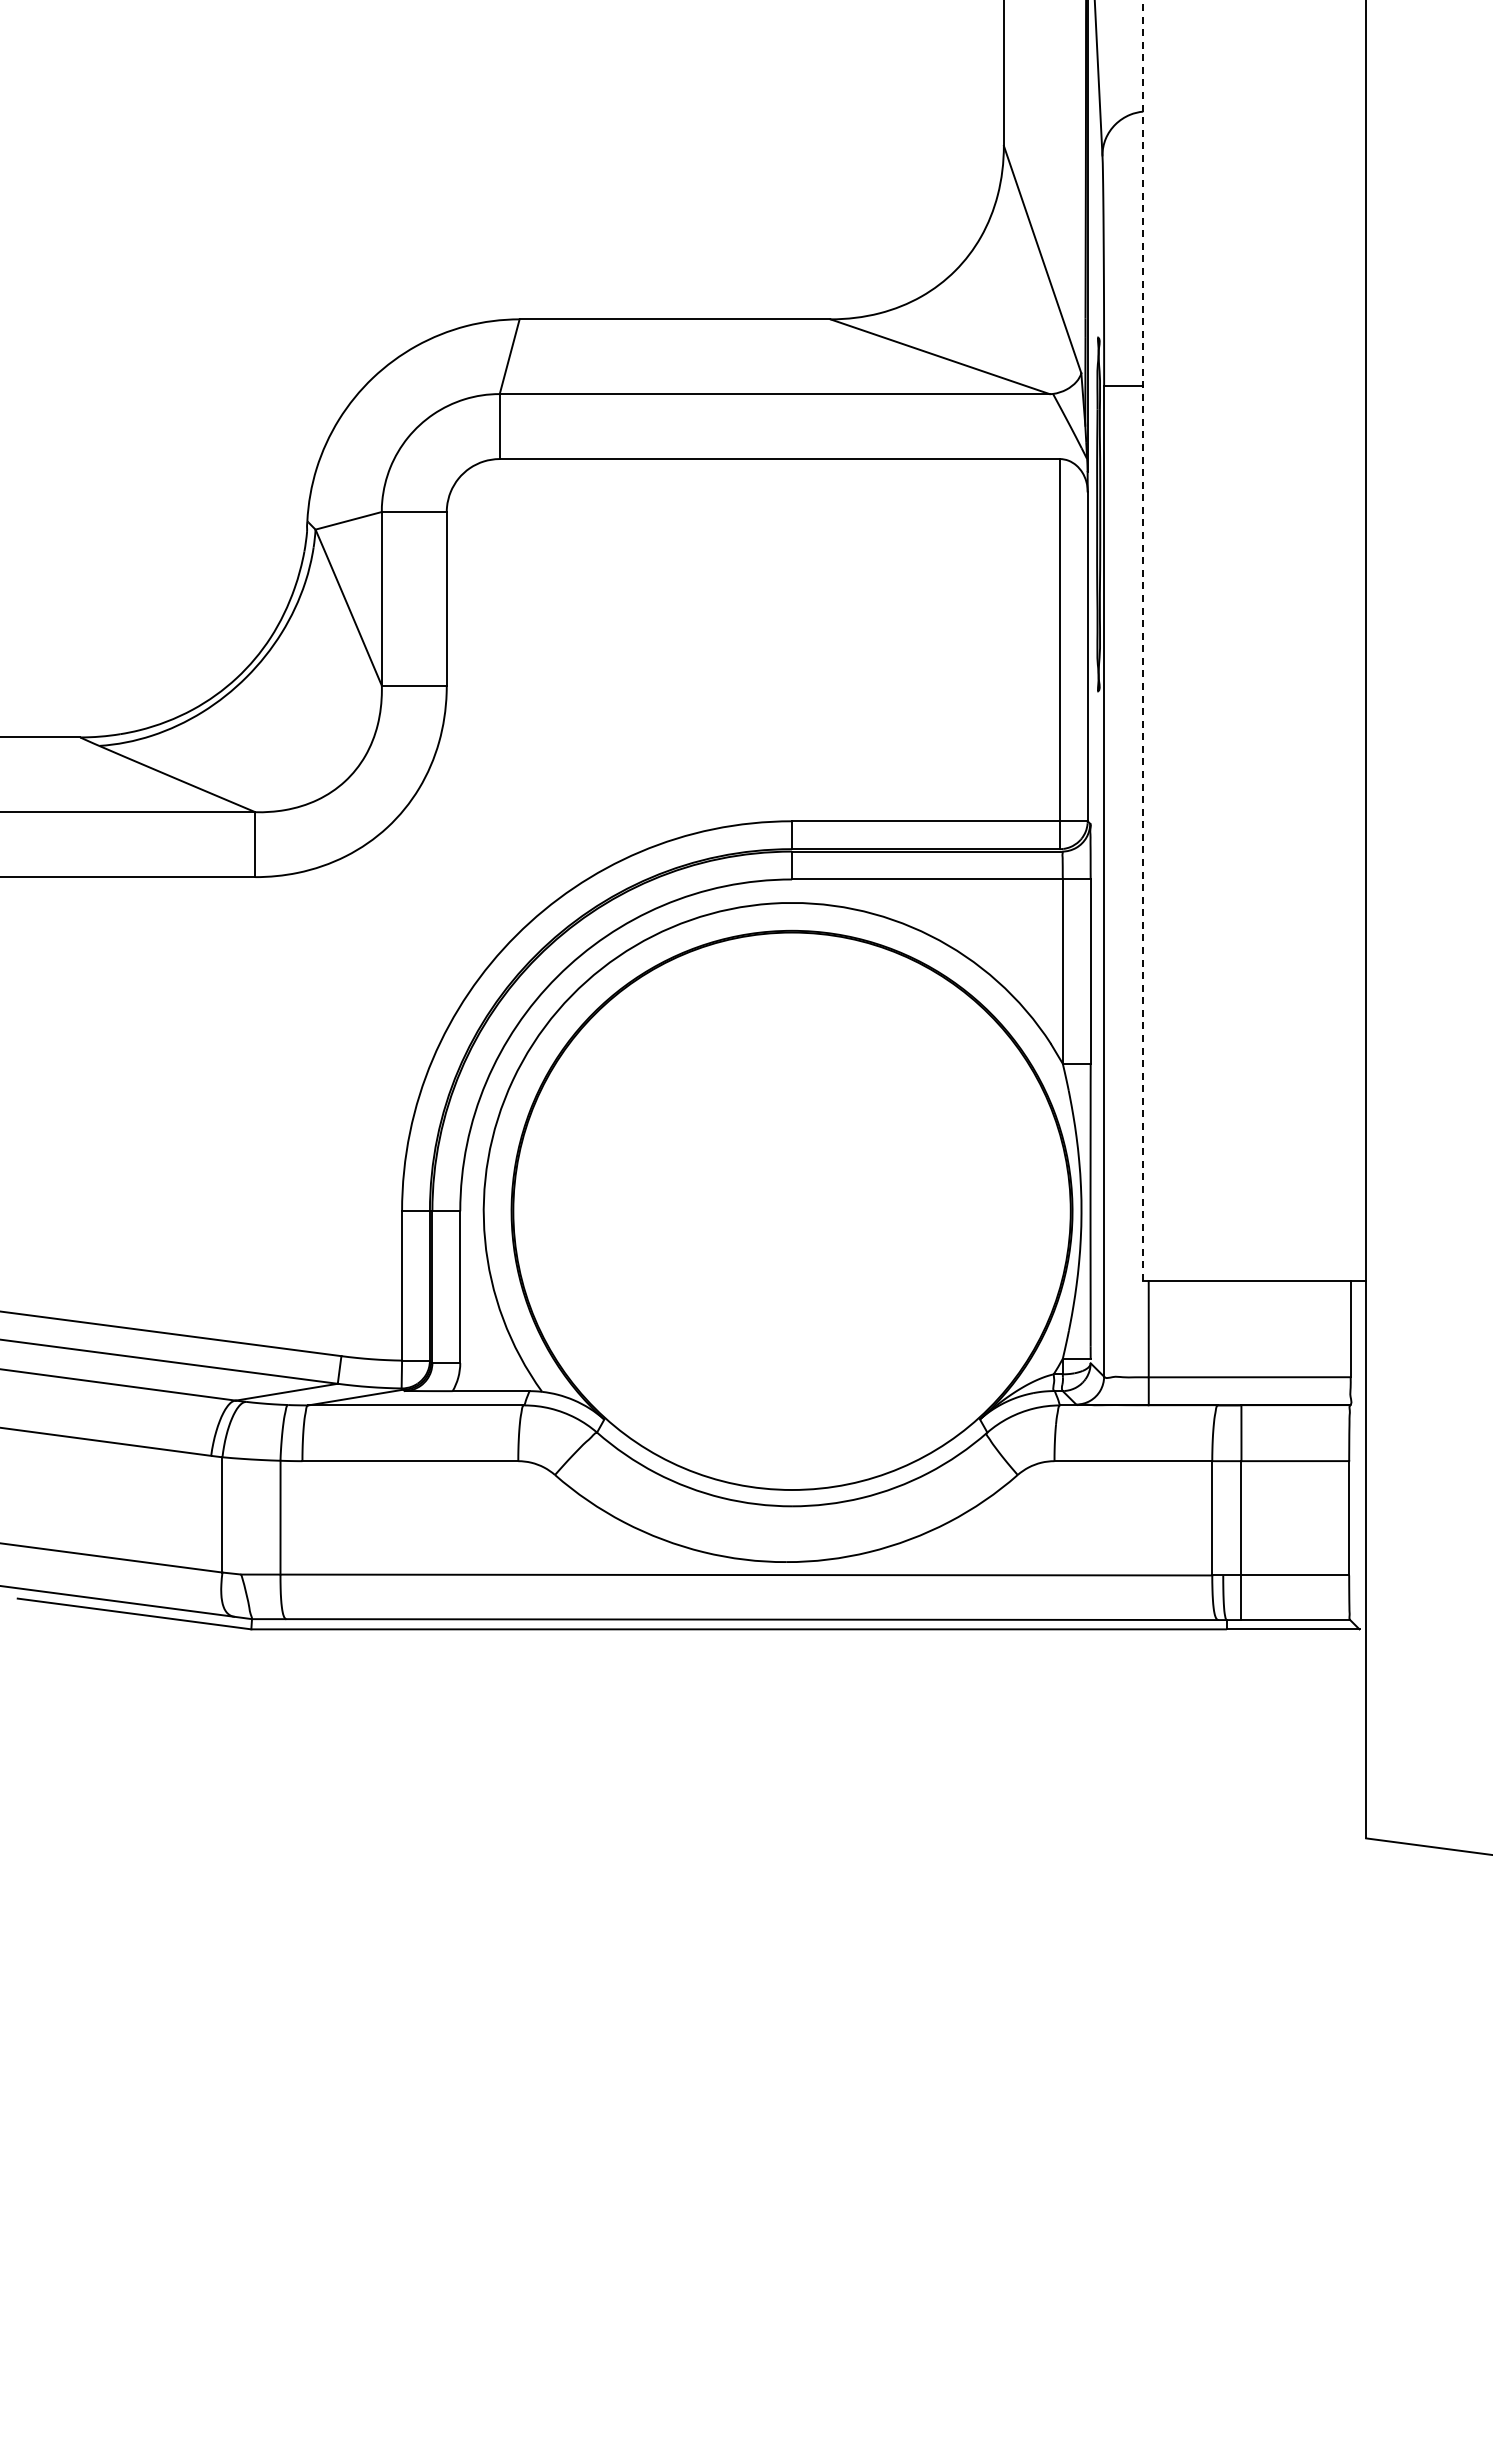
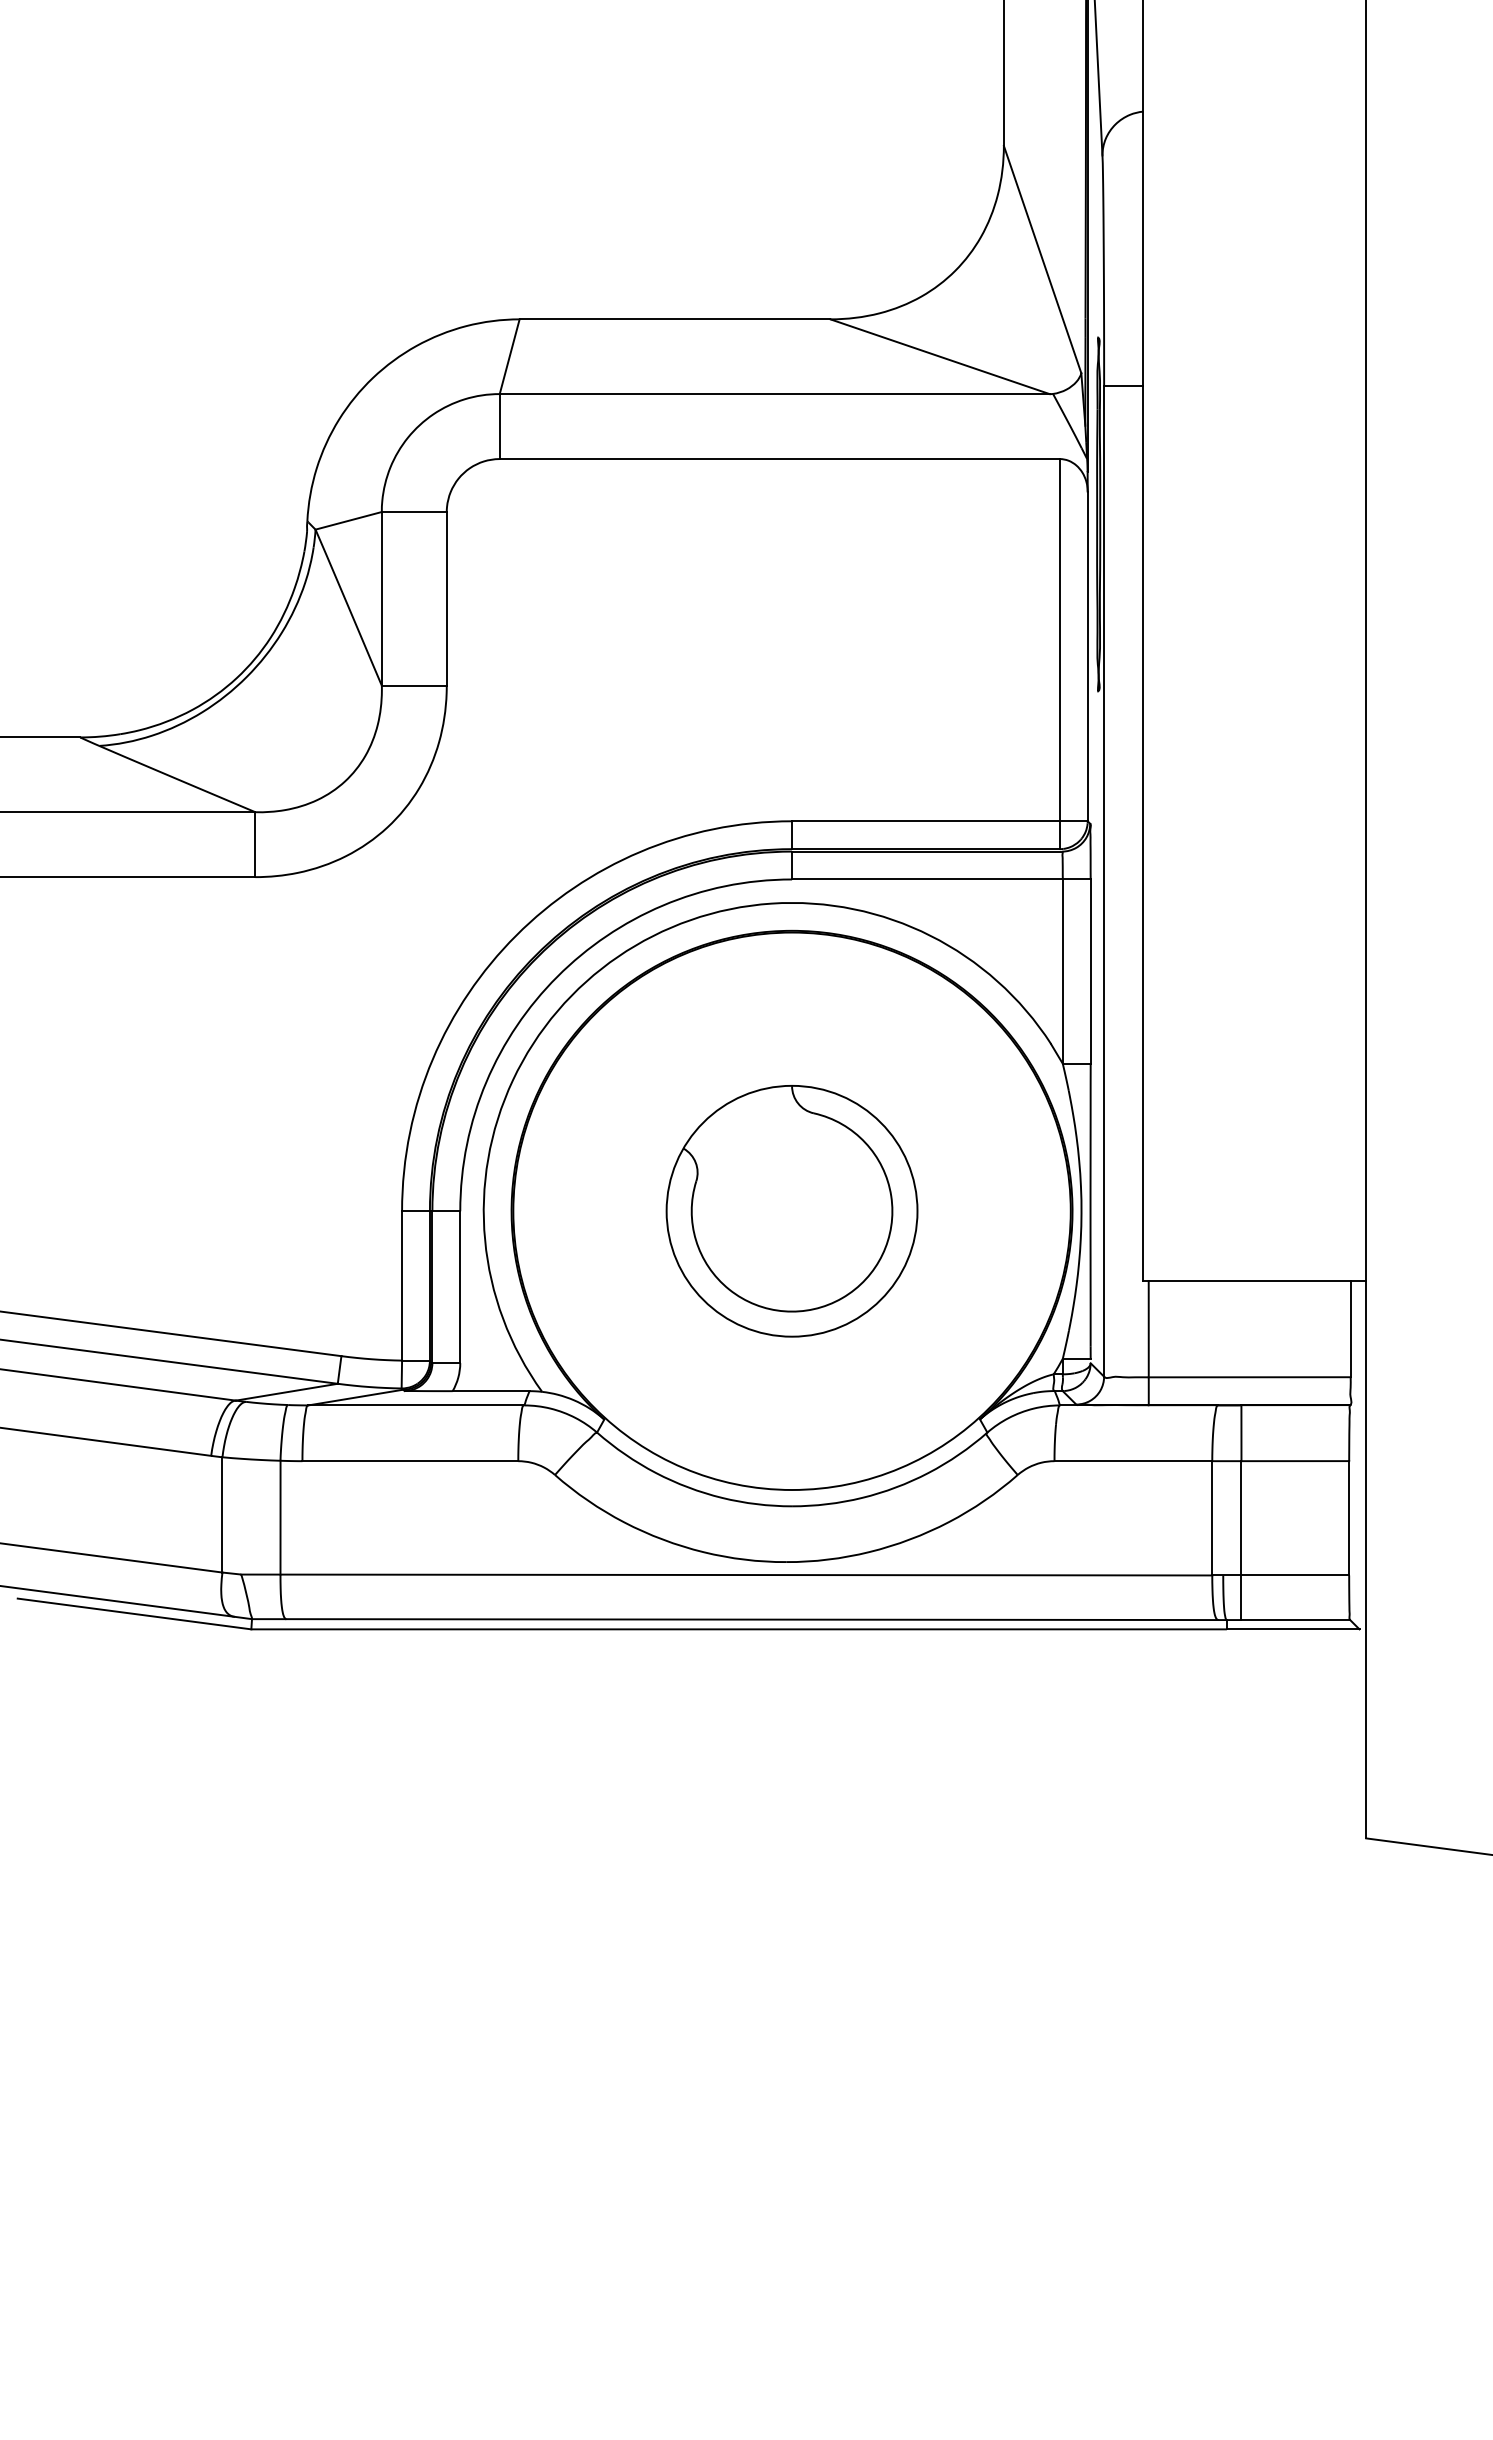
line at (1143, 640): dashed -> solid
part at (791, 1211): none -> present
